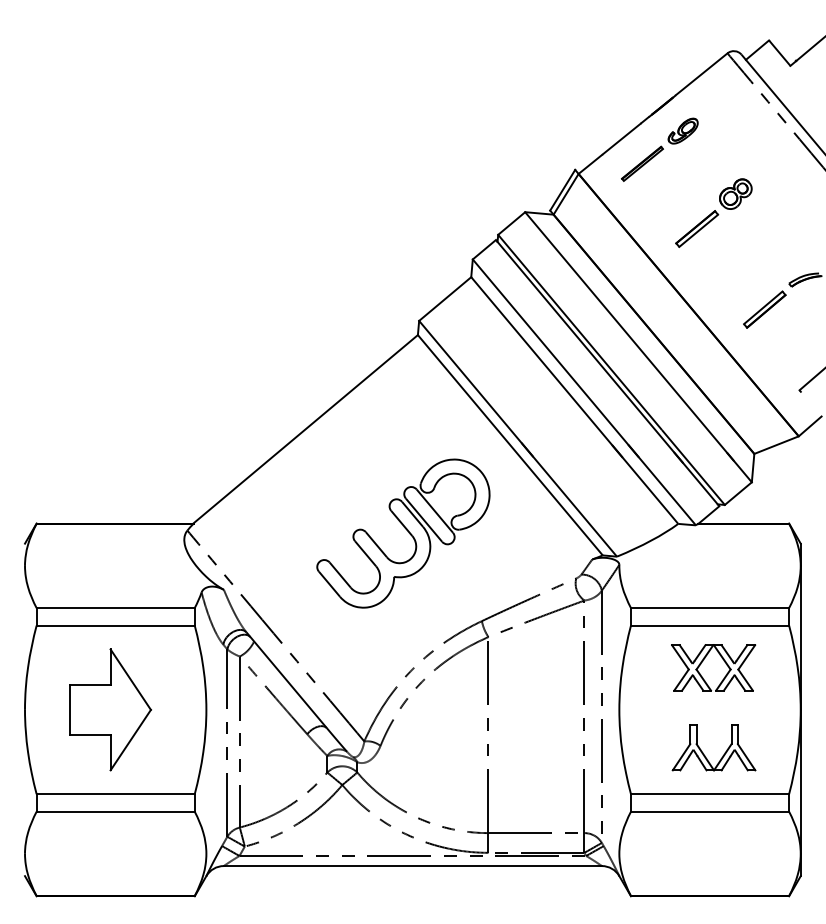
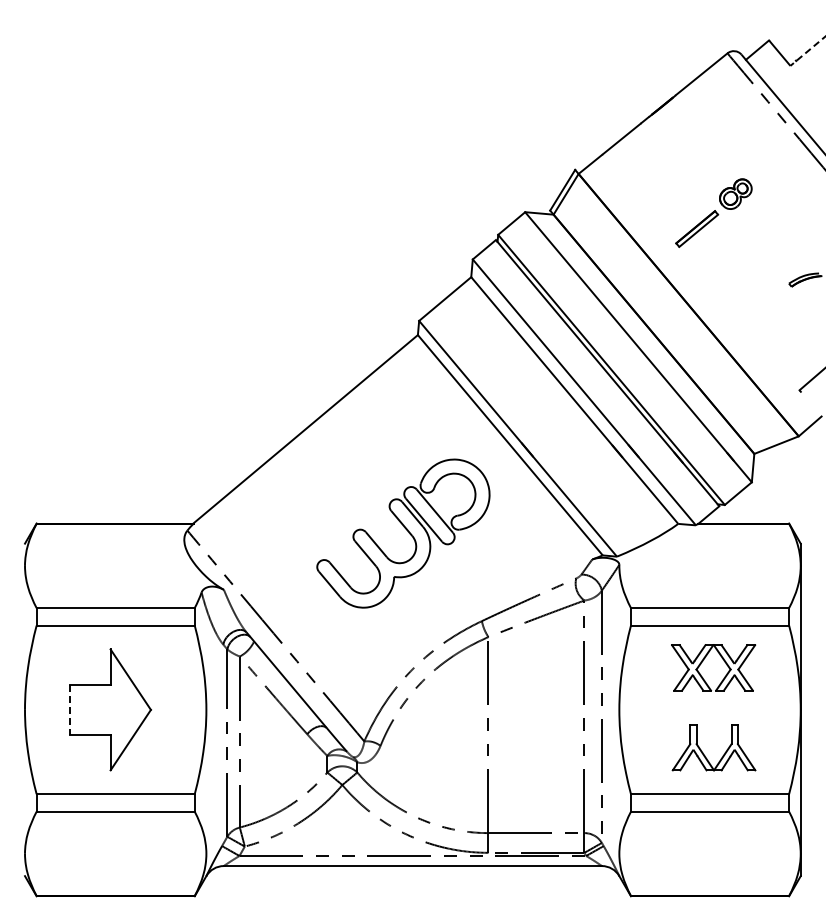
line at (807, 51): solid -> dashed
part at (659, 149): present -> none
part at (764, 309): present -> none
line at (70, 710): solid -> dashed
